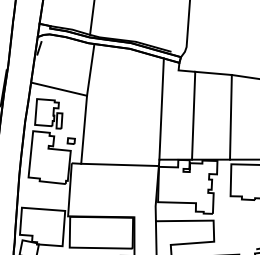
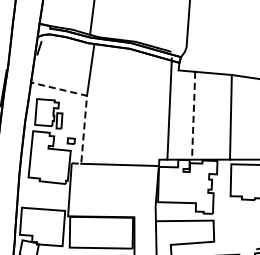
line at (86, 105): solid -> dashed
line at (161, 108) position: (161, 108) -> (169, 108)
line at (193, 115): solid -> dashed
